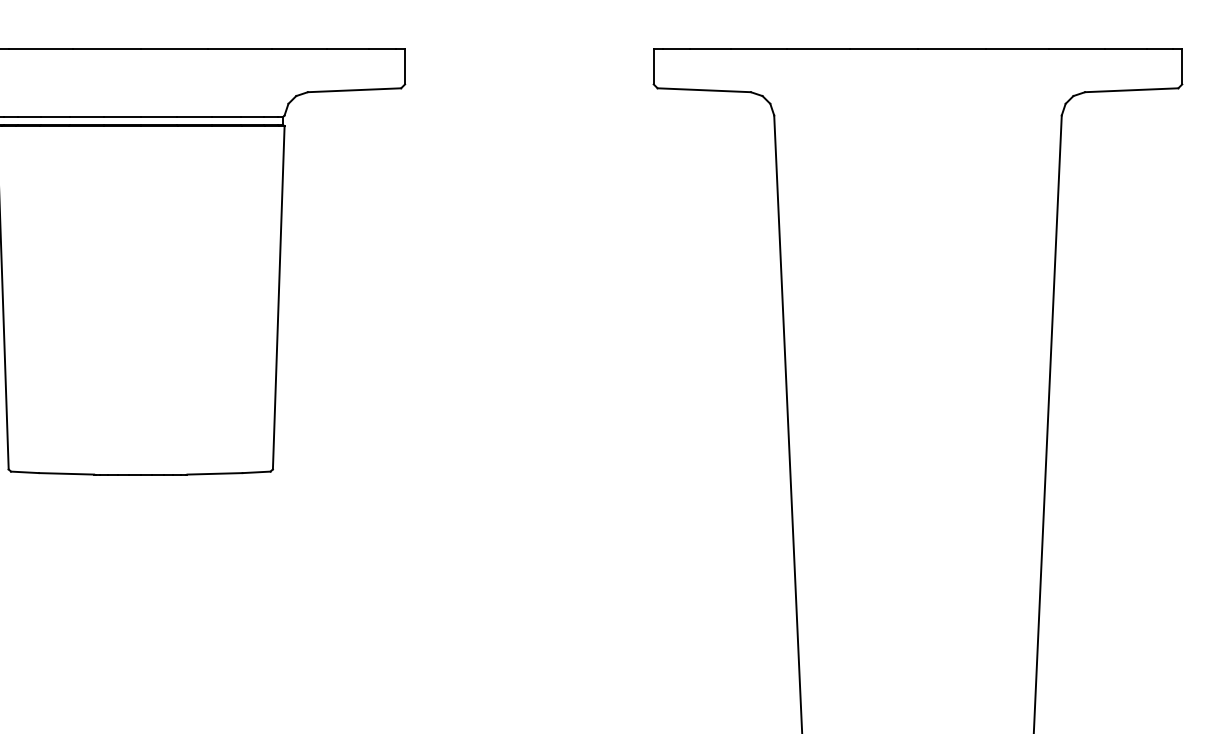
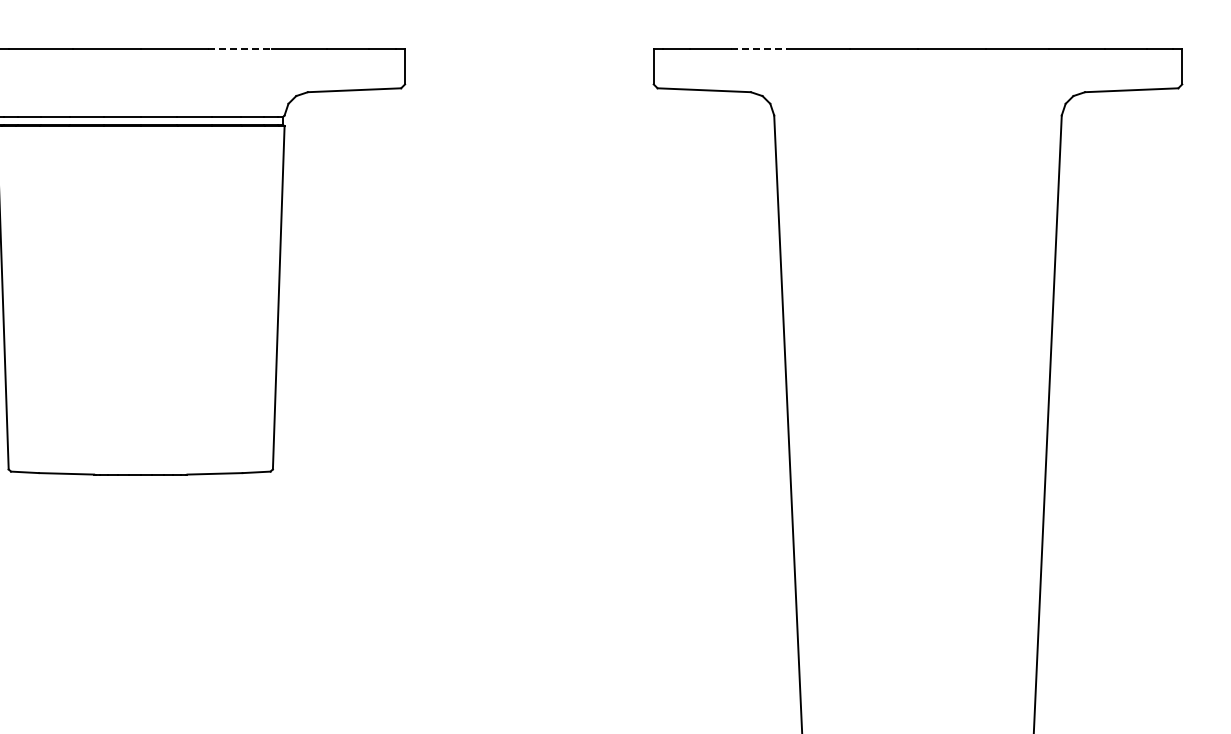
line at (240, 49): solid -> dashed
line at (759, 49): solid -> dashed
